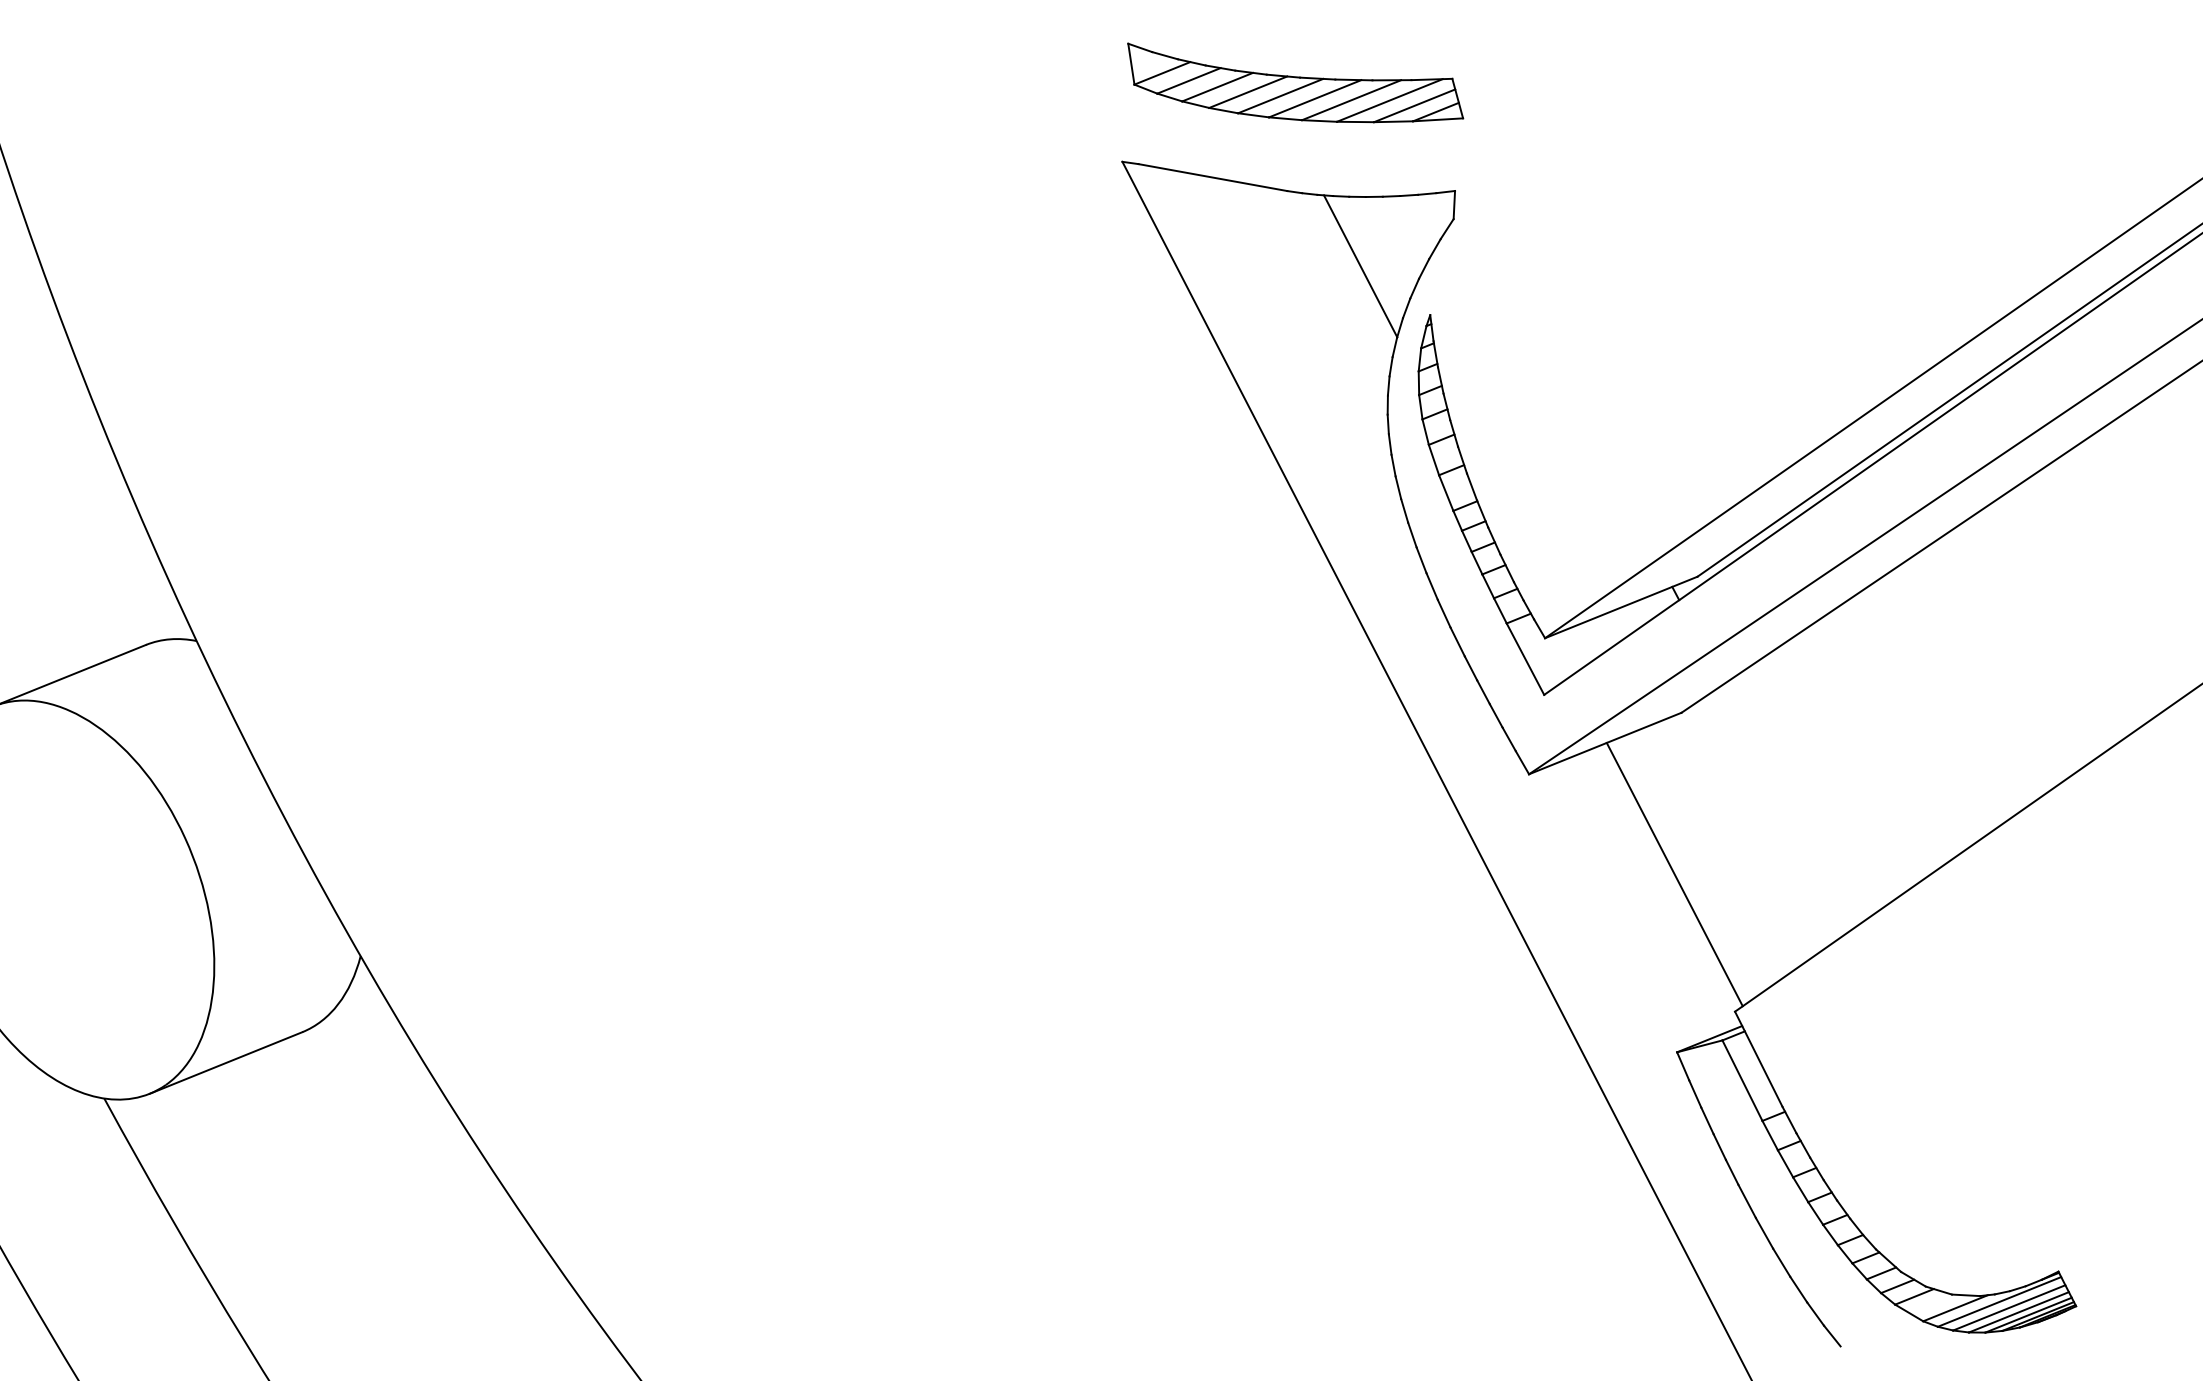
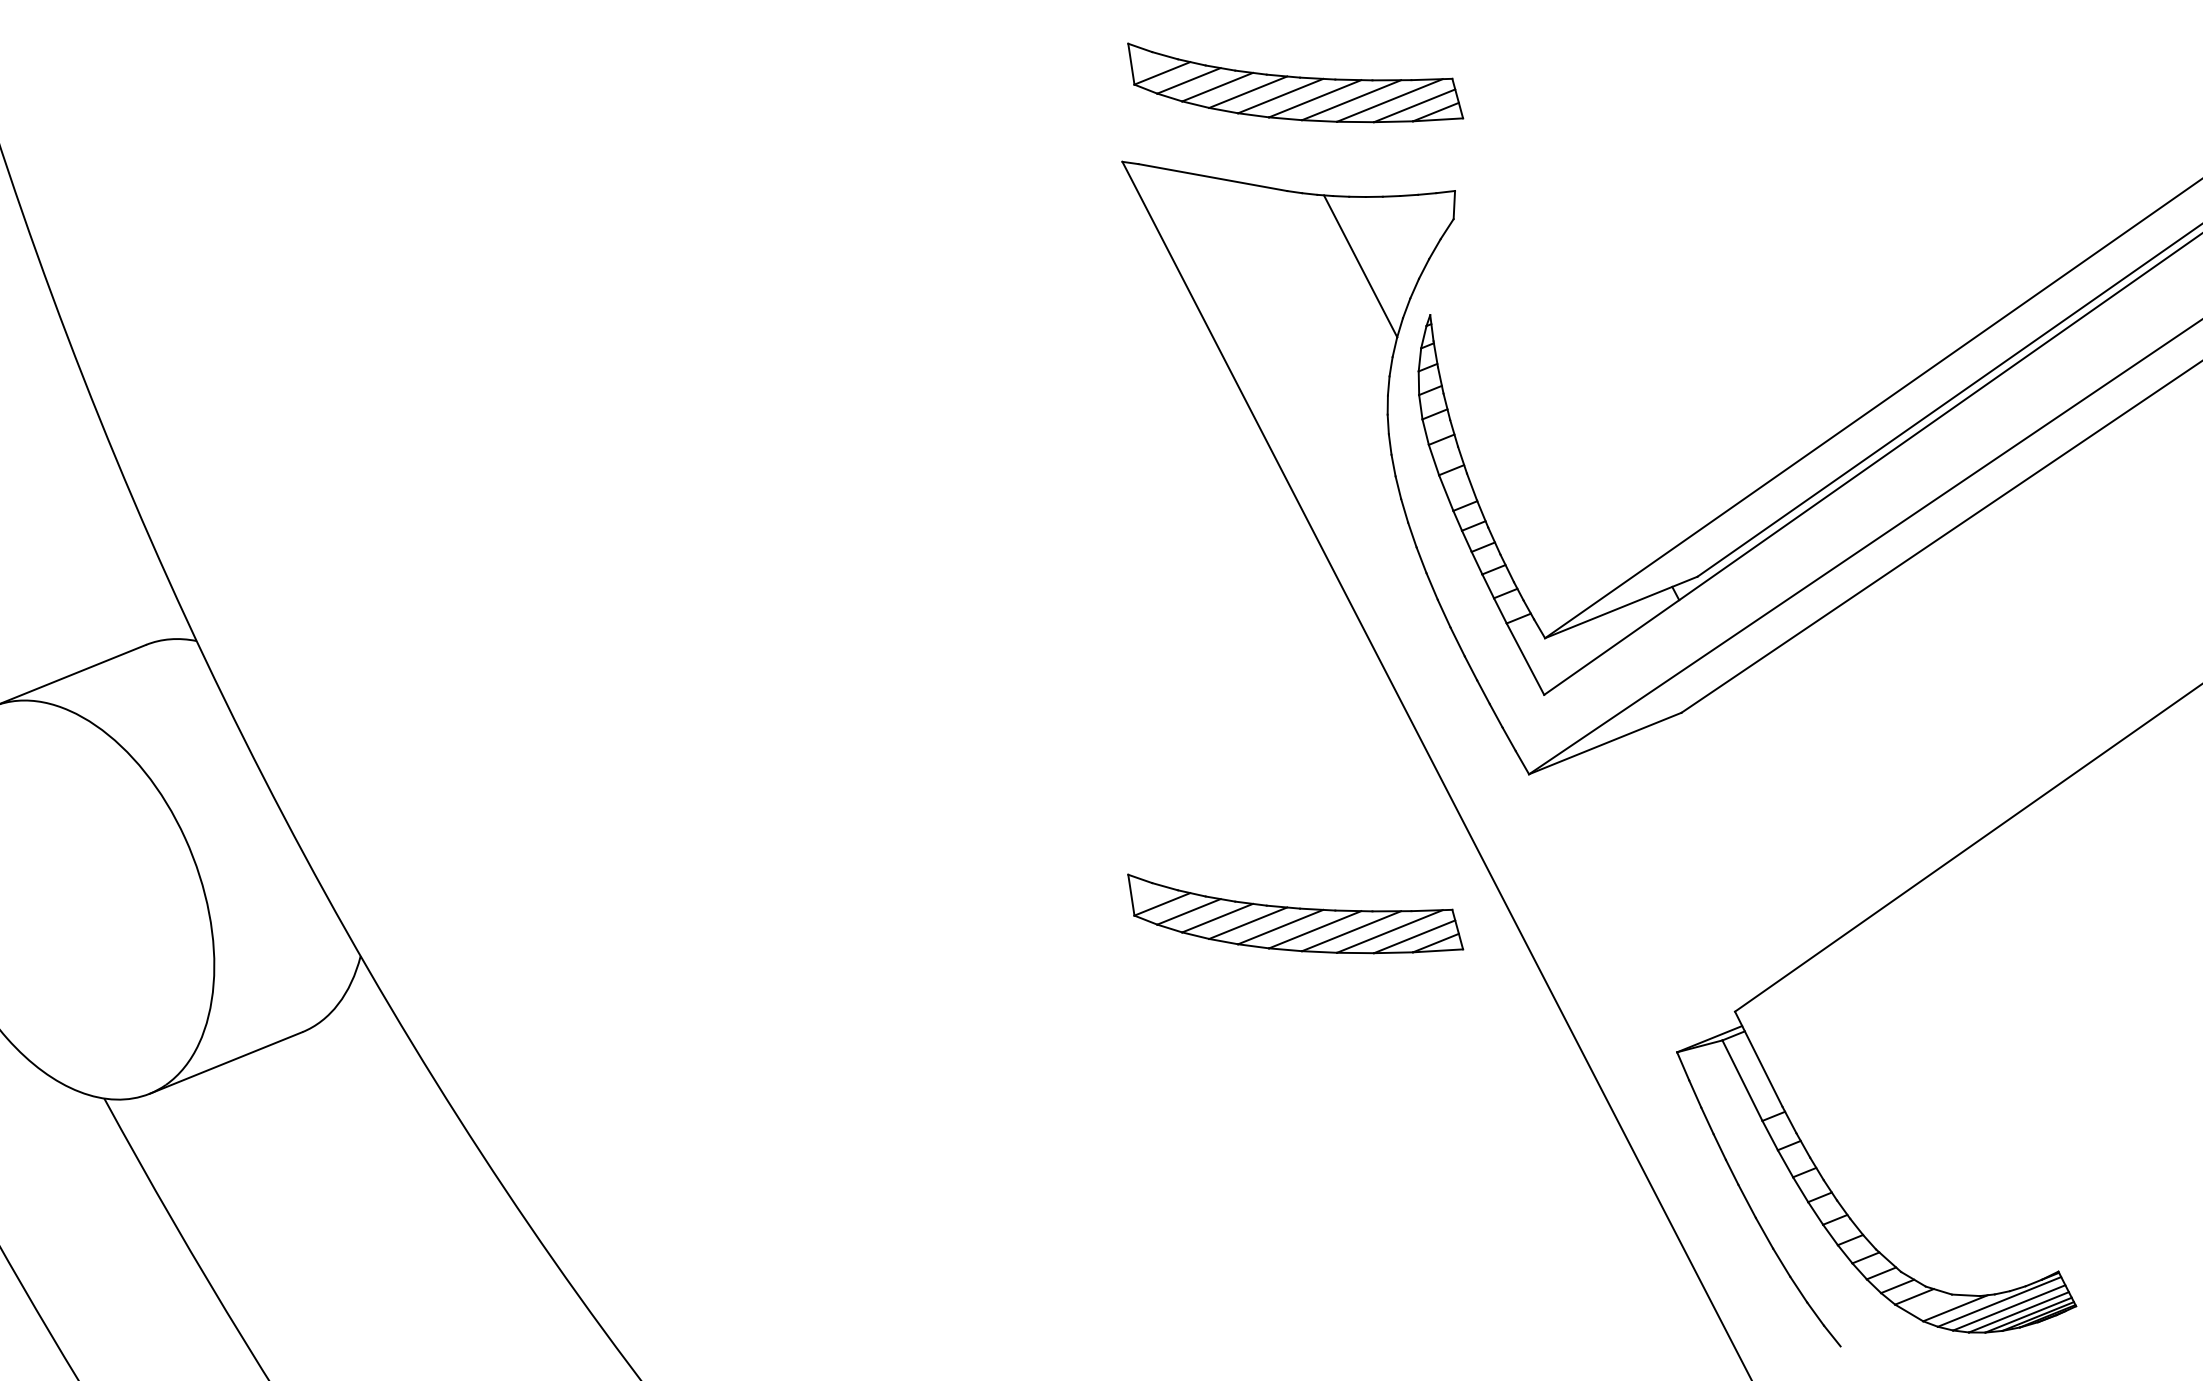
line at (1674, 874): present -> none
part at (1295, 913): none -> present
